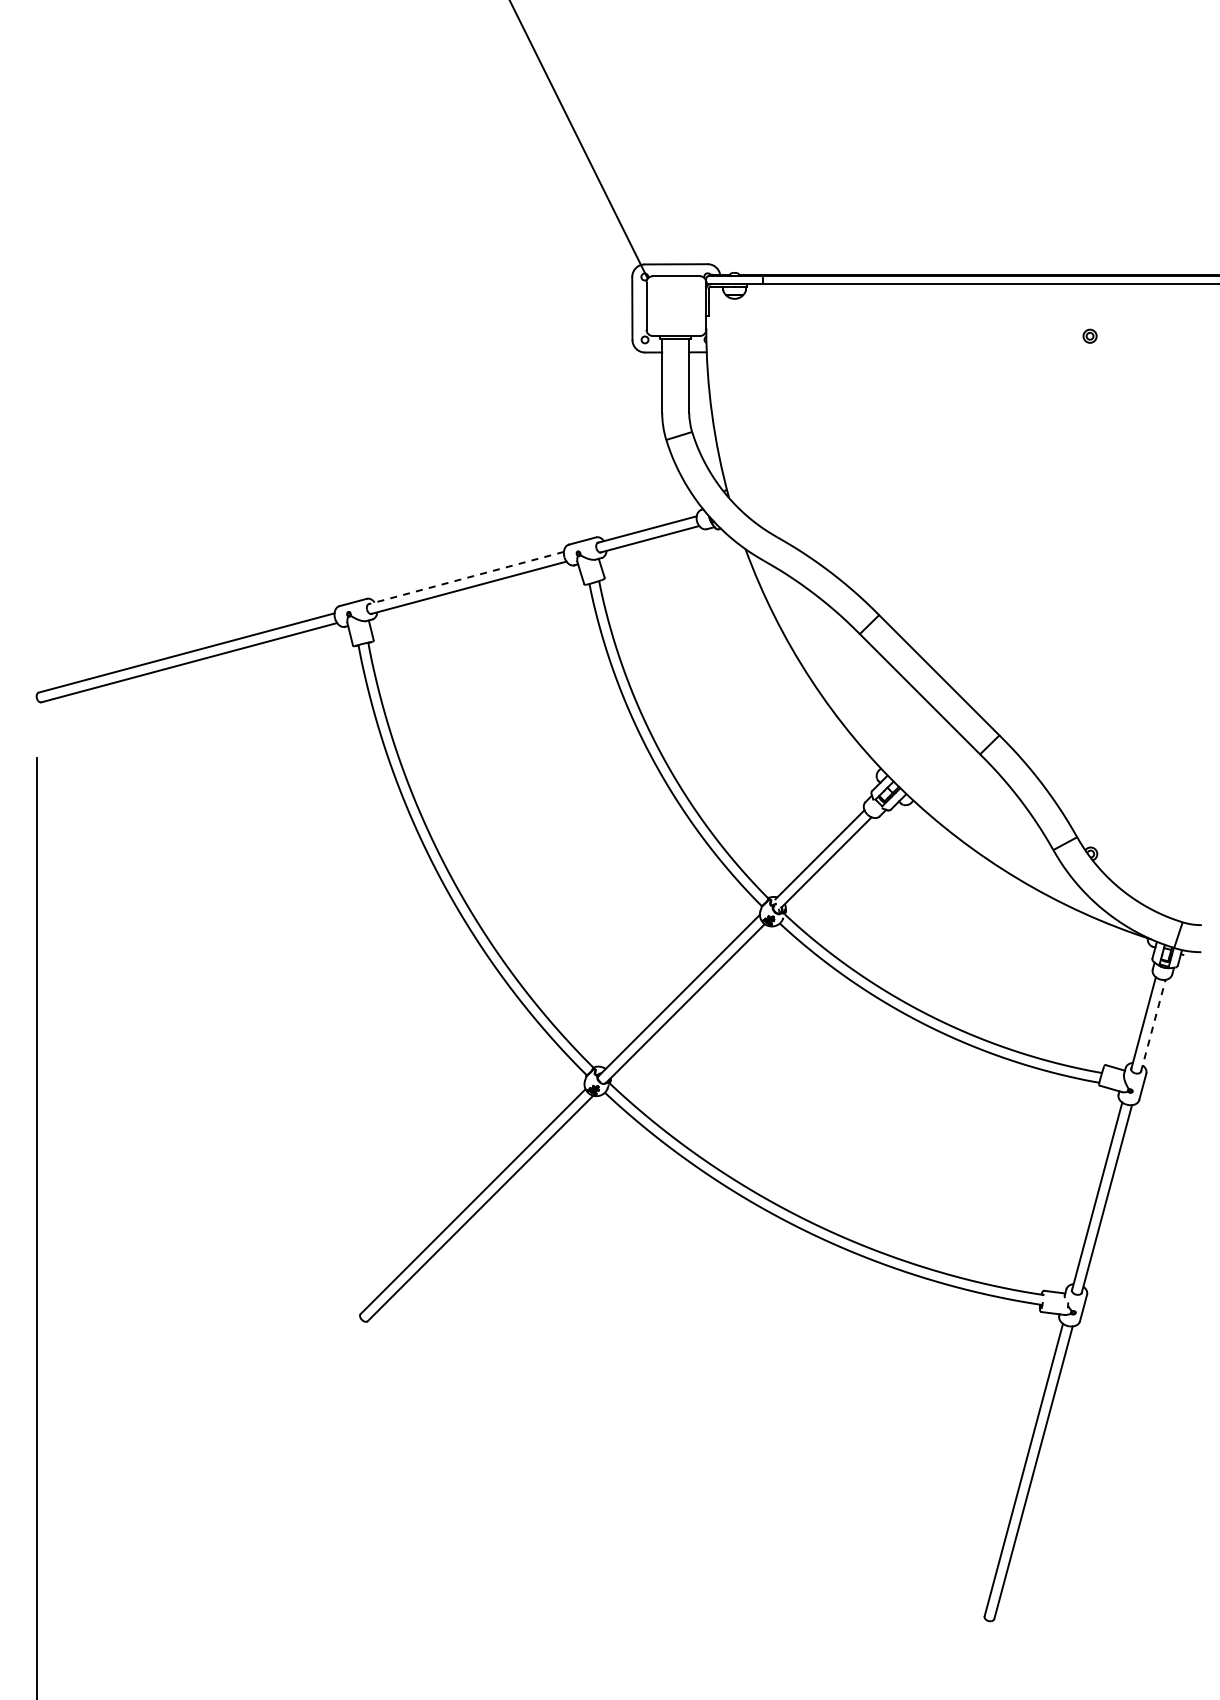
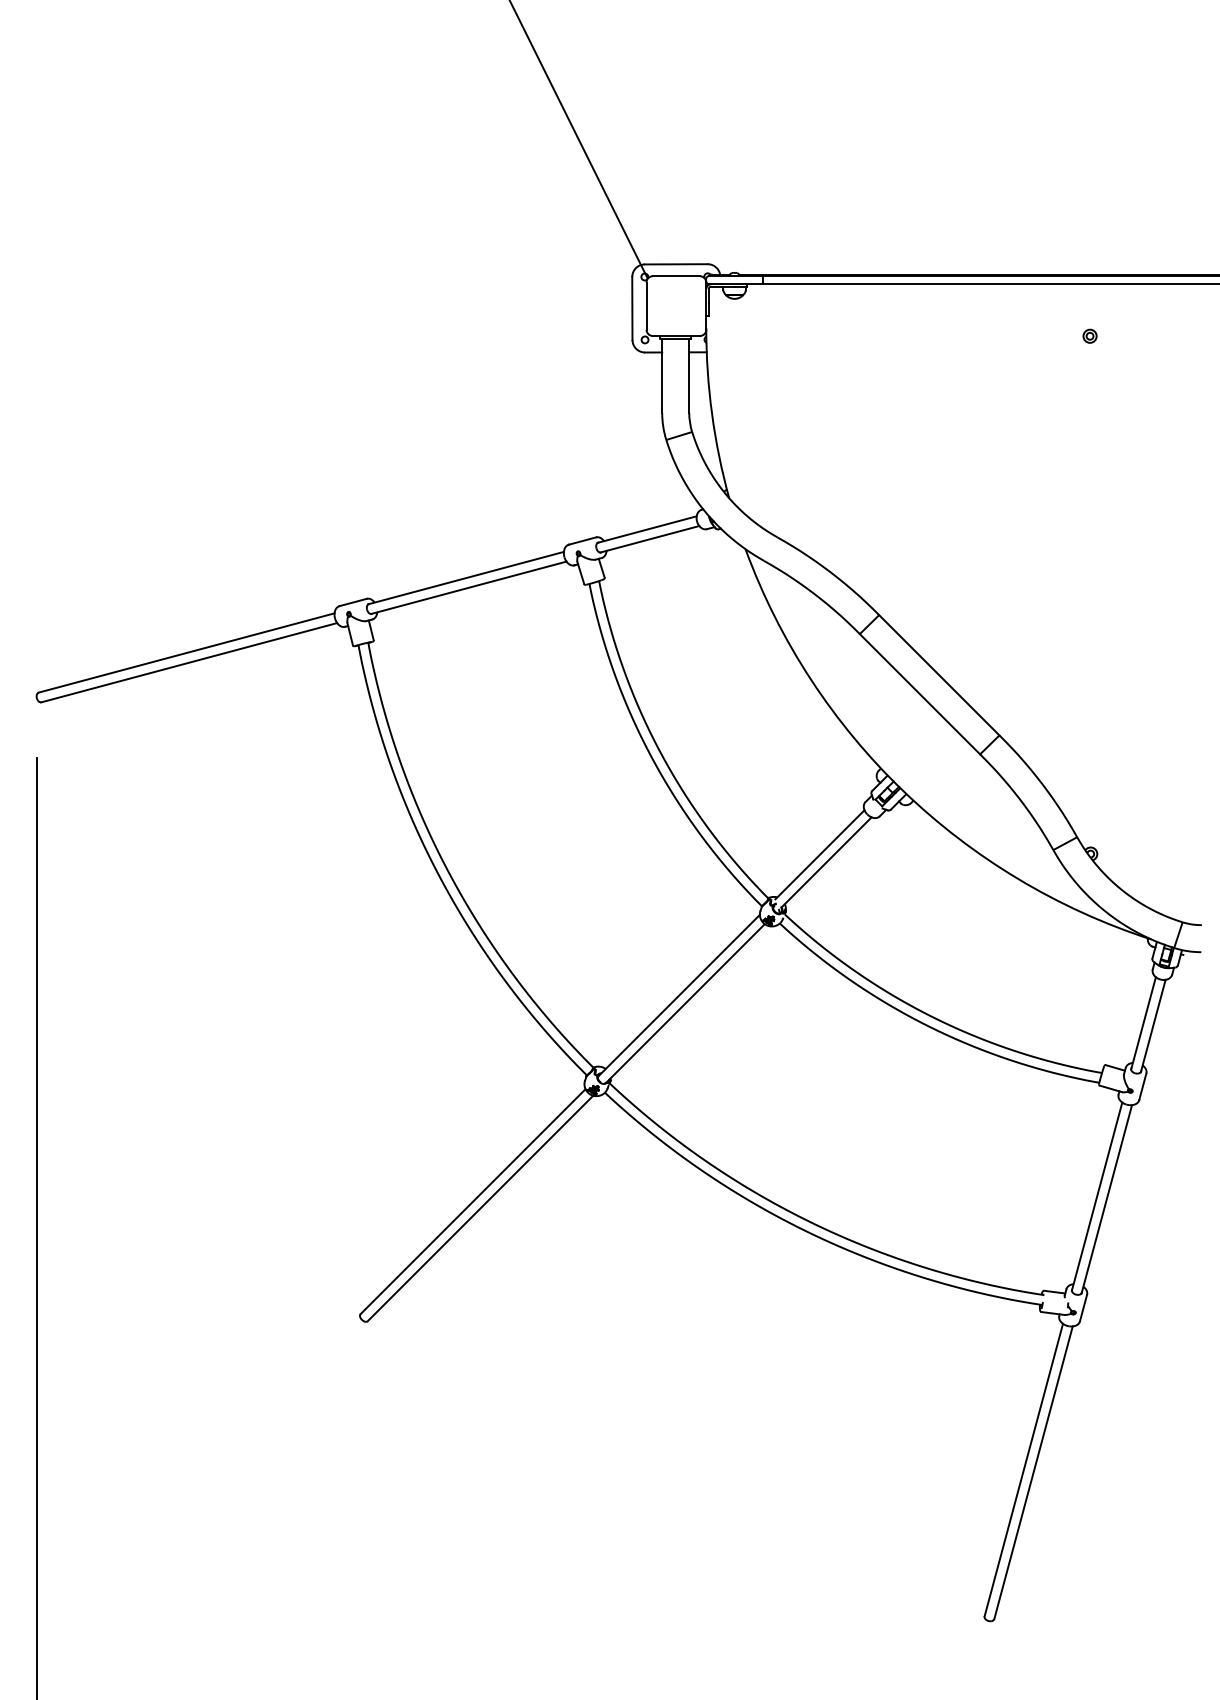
line at (465, 578): dashed -> solid
line at (1153, 1025): dashed -> solid
